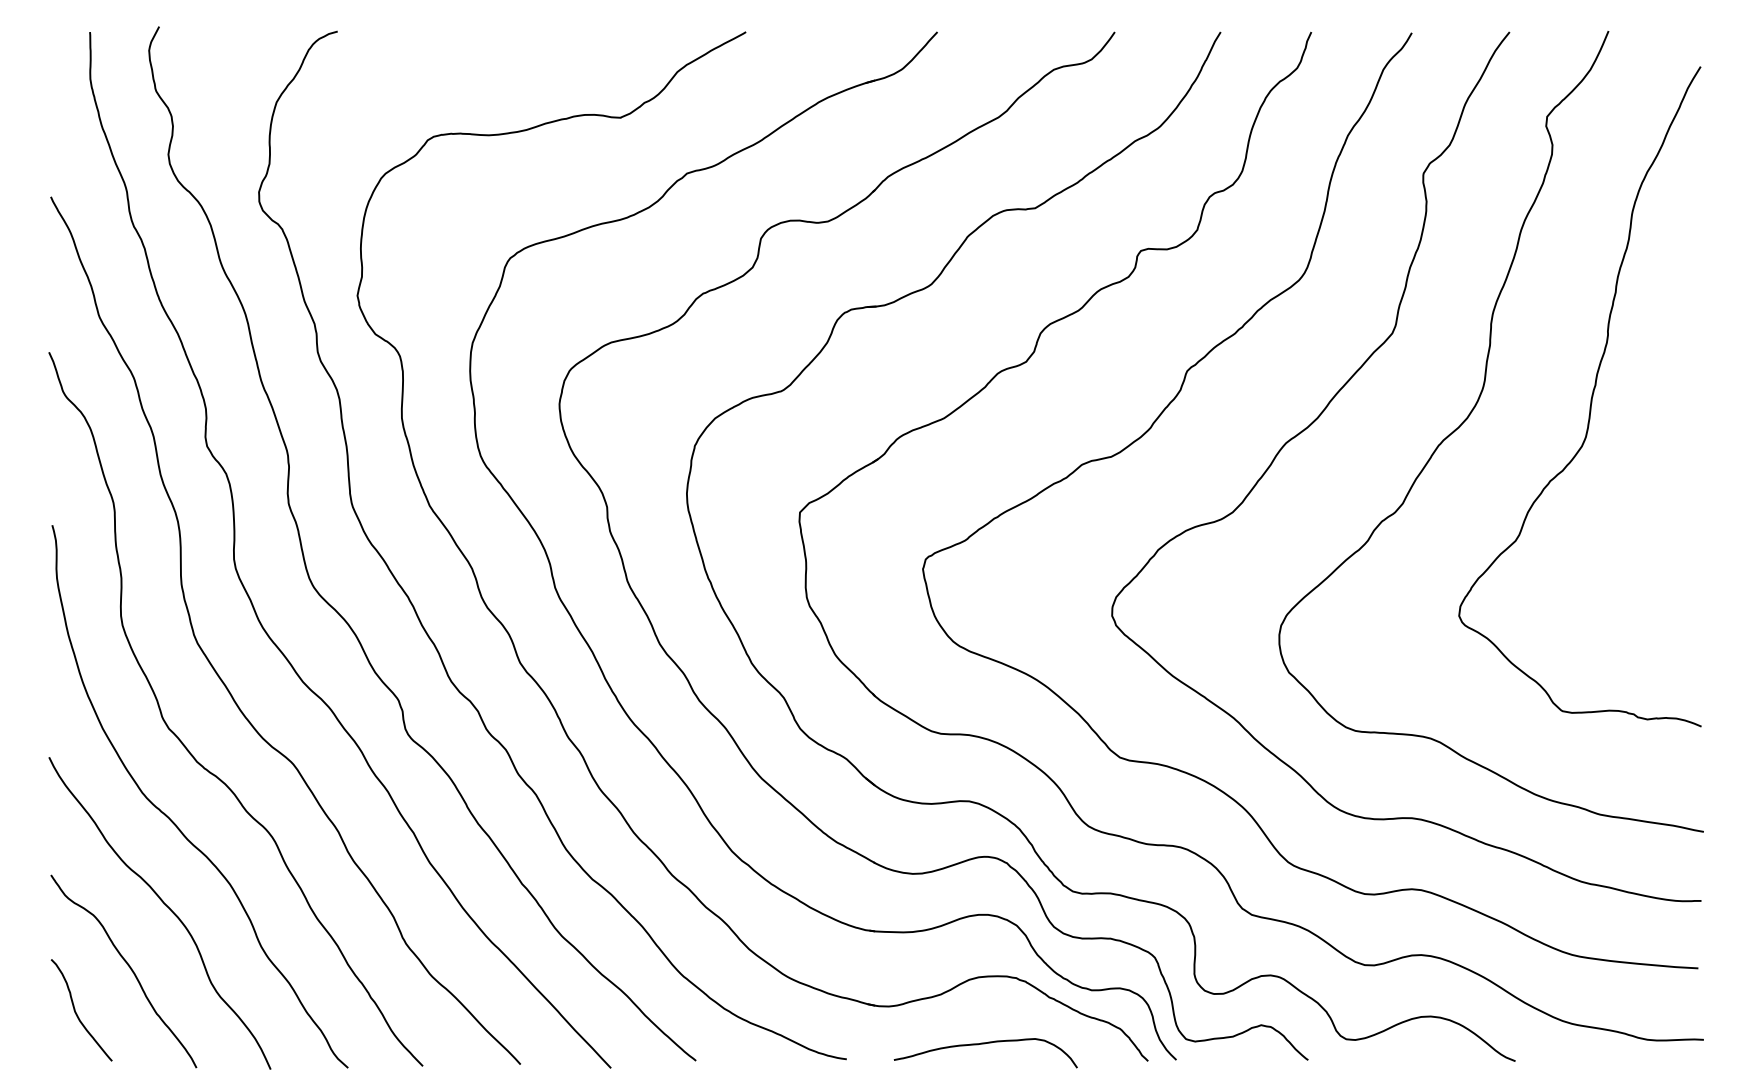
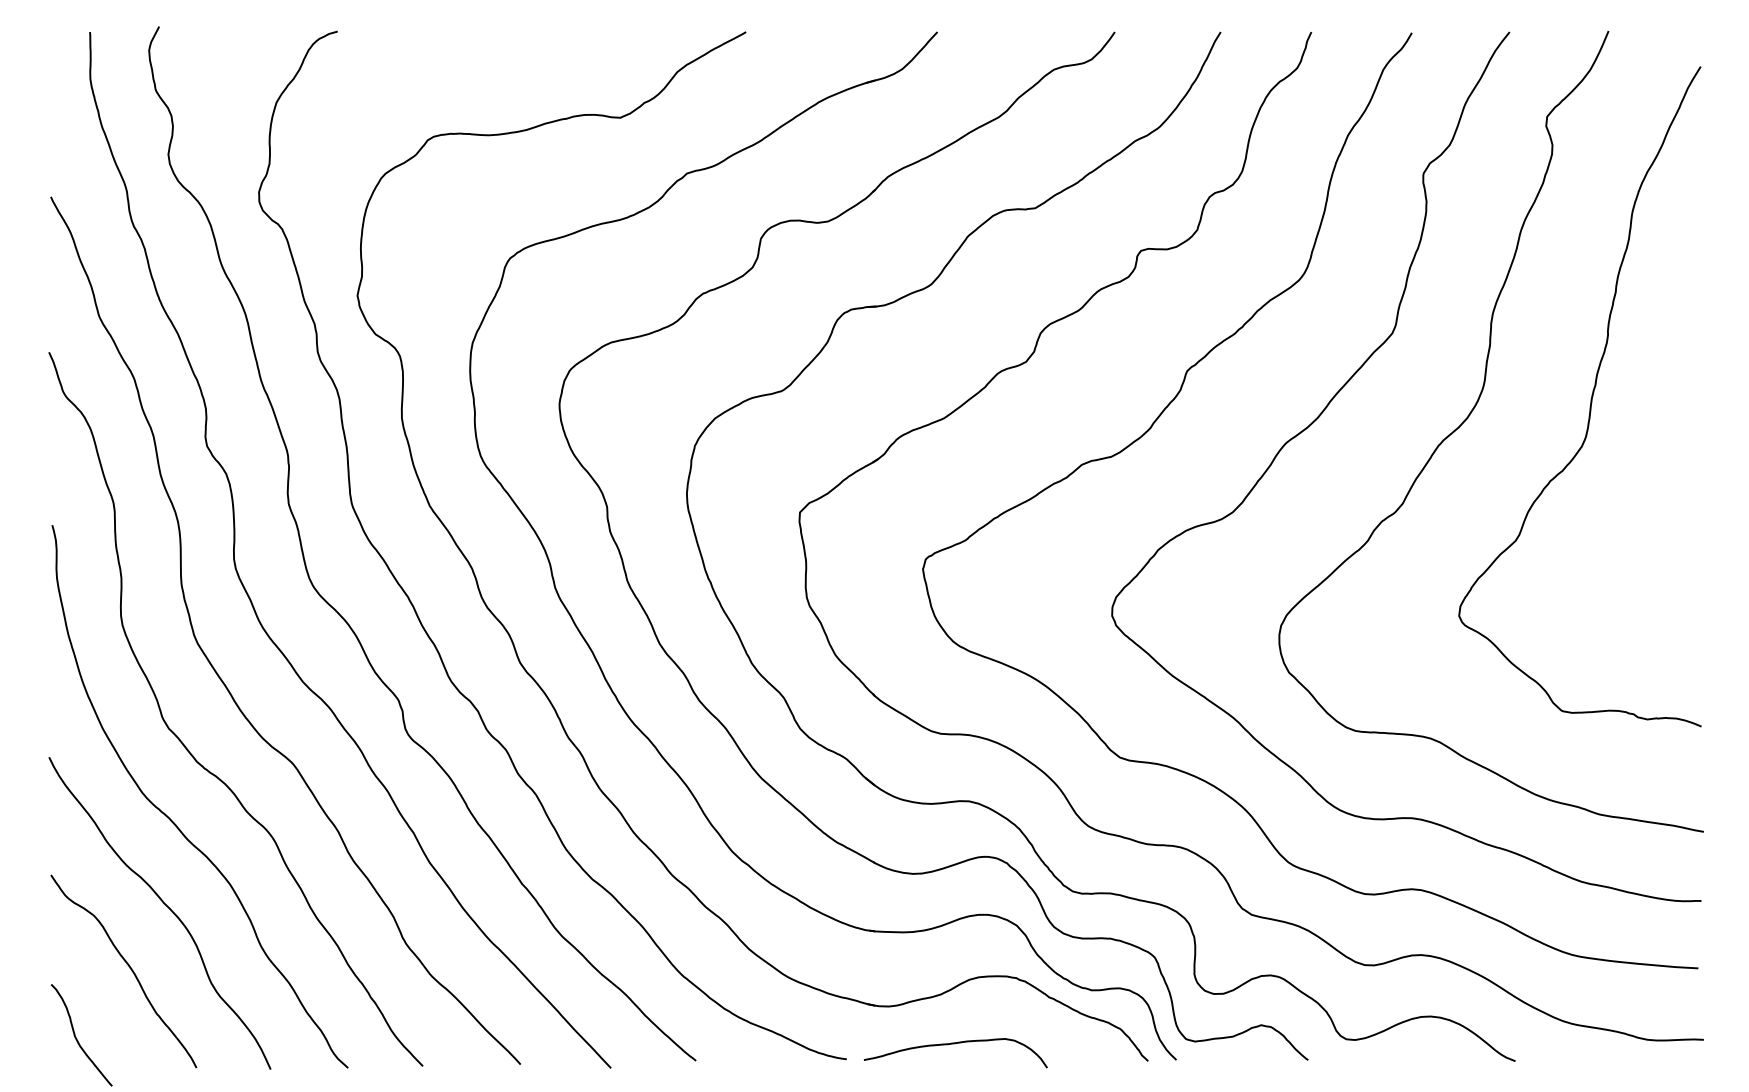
curve at (77, 1013) position: (77, 1013) -> (77, 1038)
curve at (985, 1044) position: (985, 1044) -> (955, 1044)
